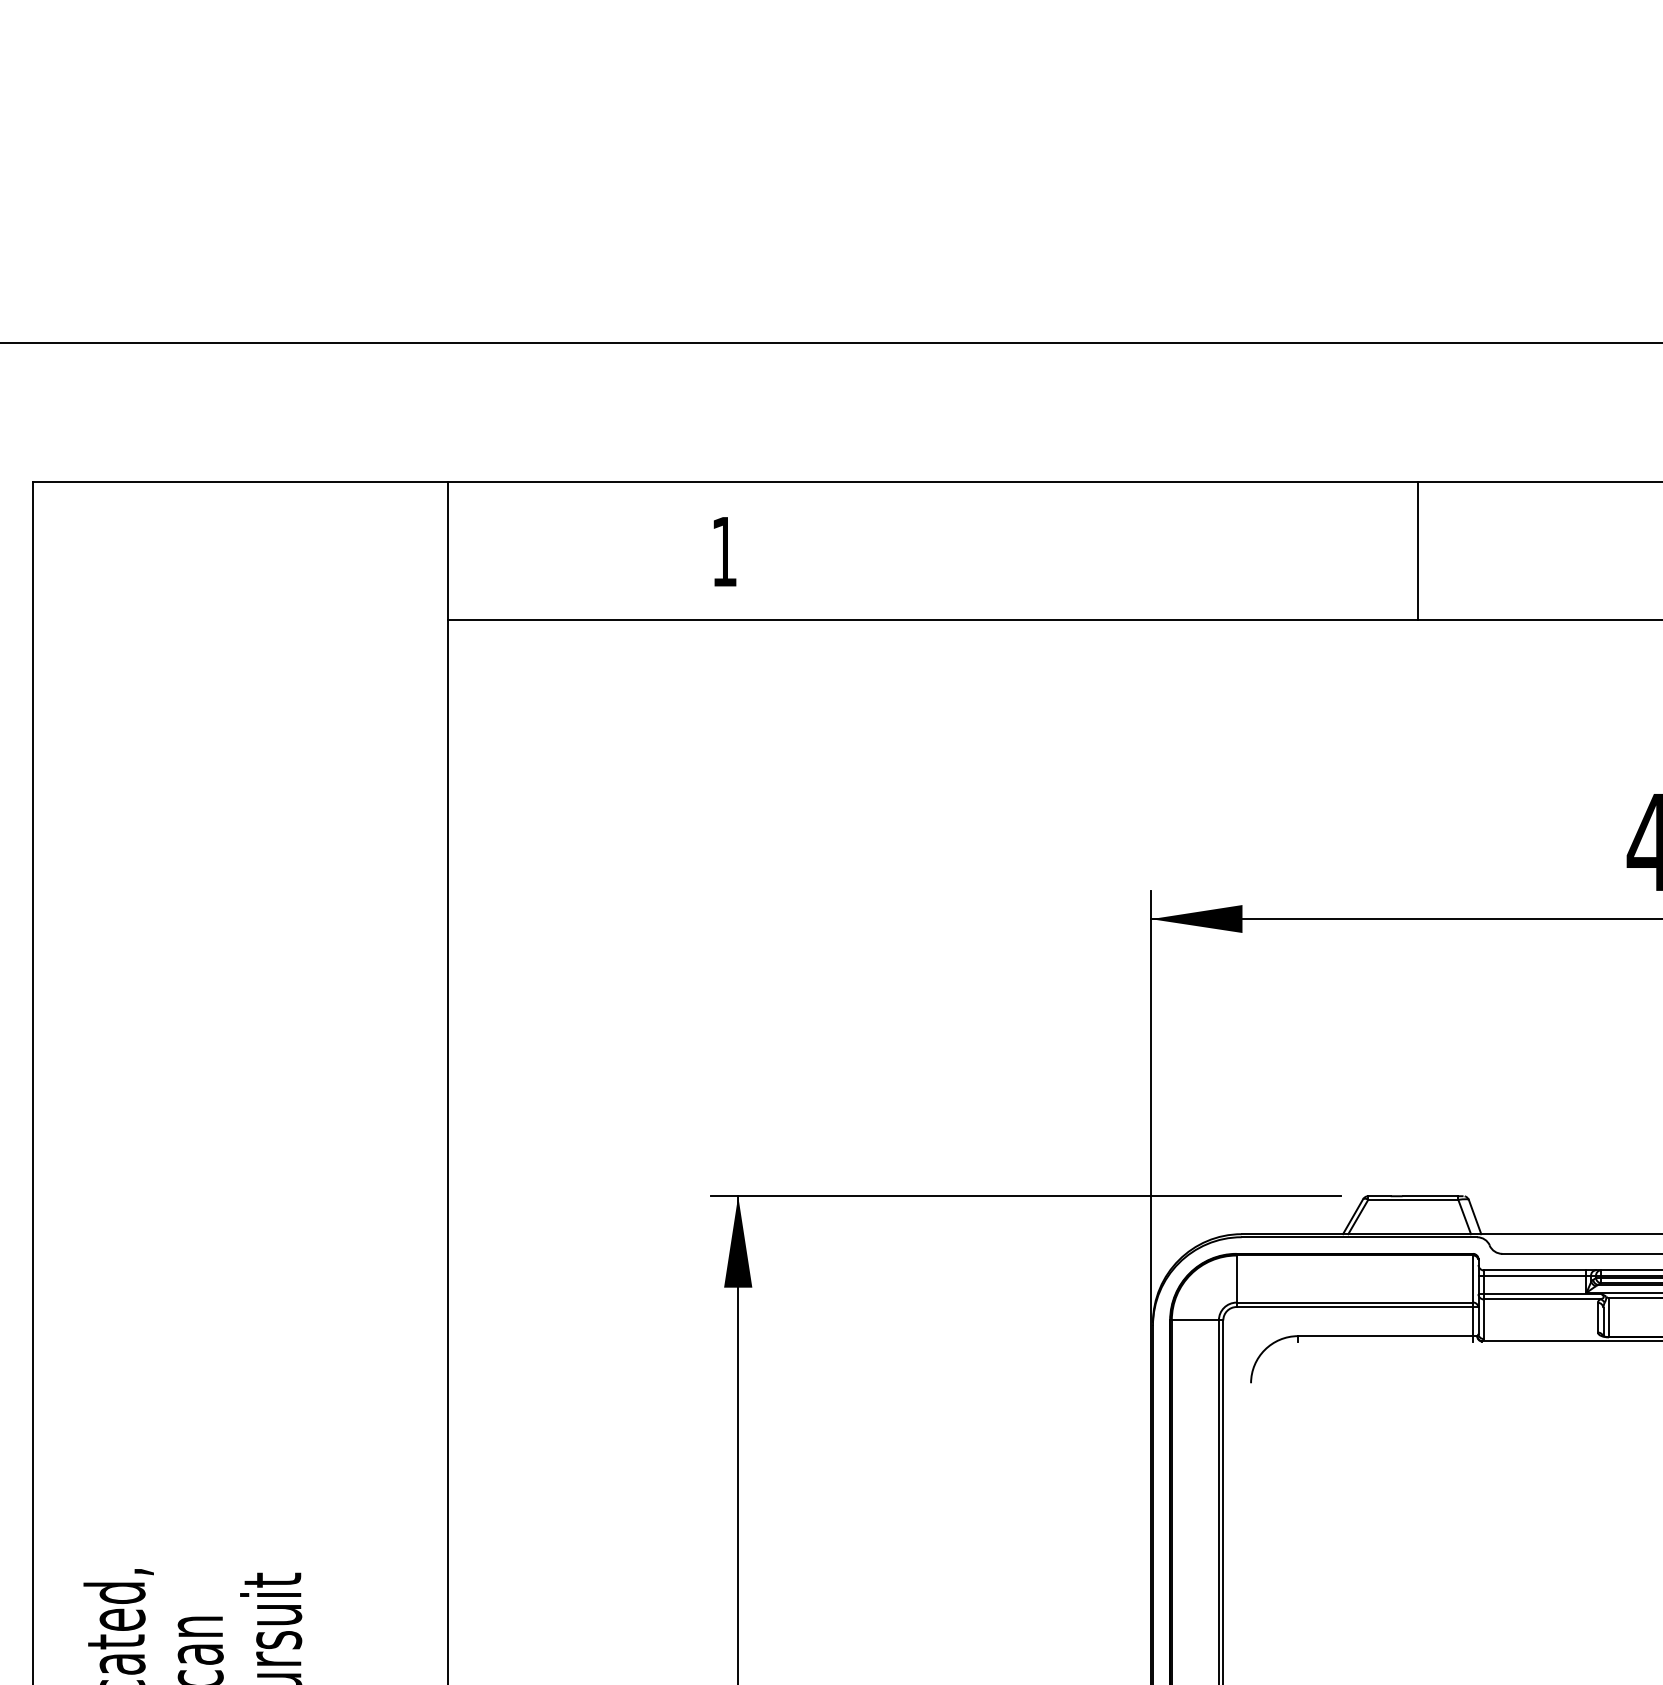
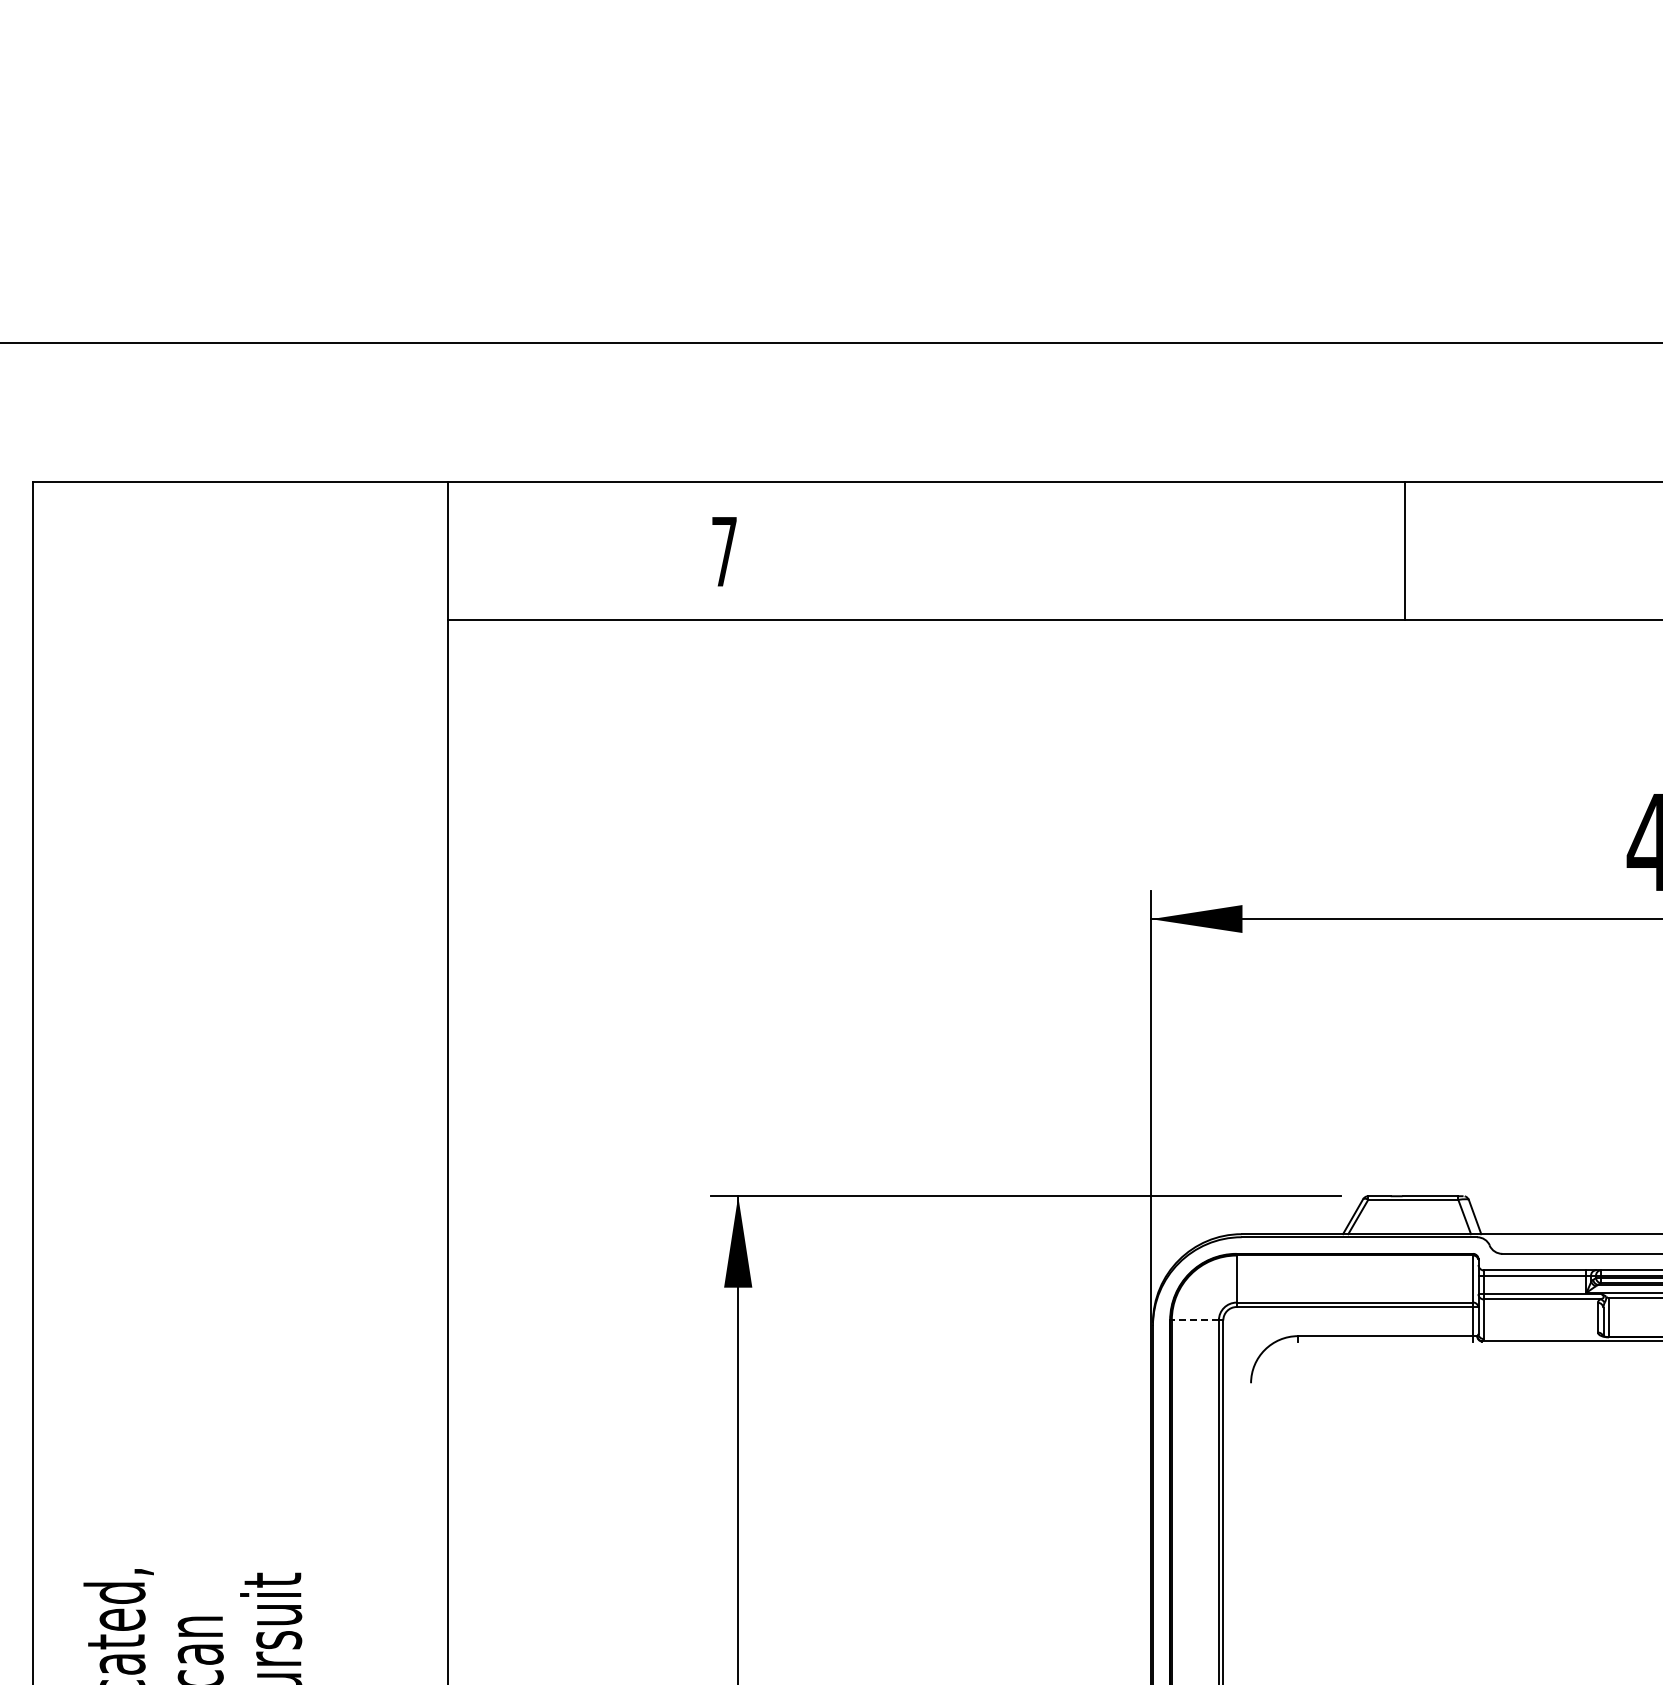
line at (1417, 550) position: (1417, 550) -> (1404, 550)
text at (724, 551): 1 -> 7
line at (1195, 1320): solid -> dashed
